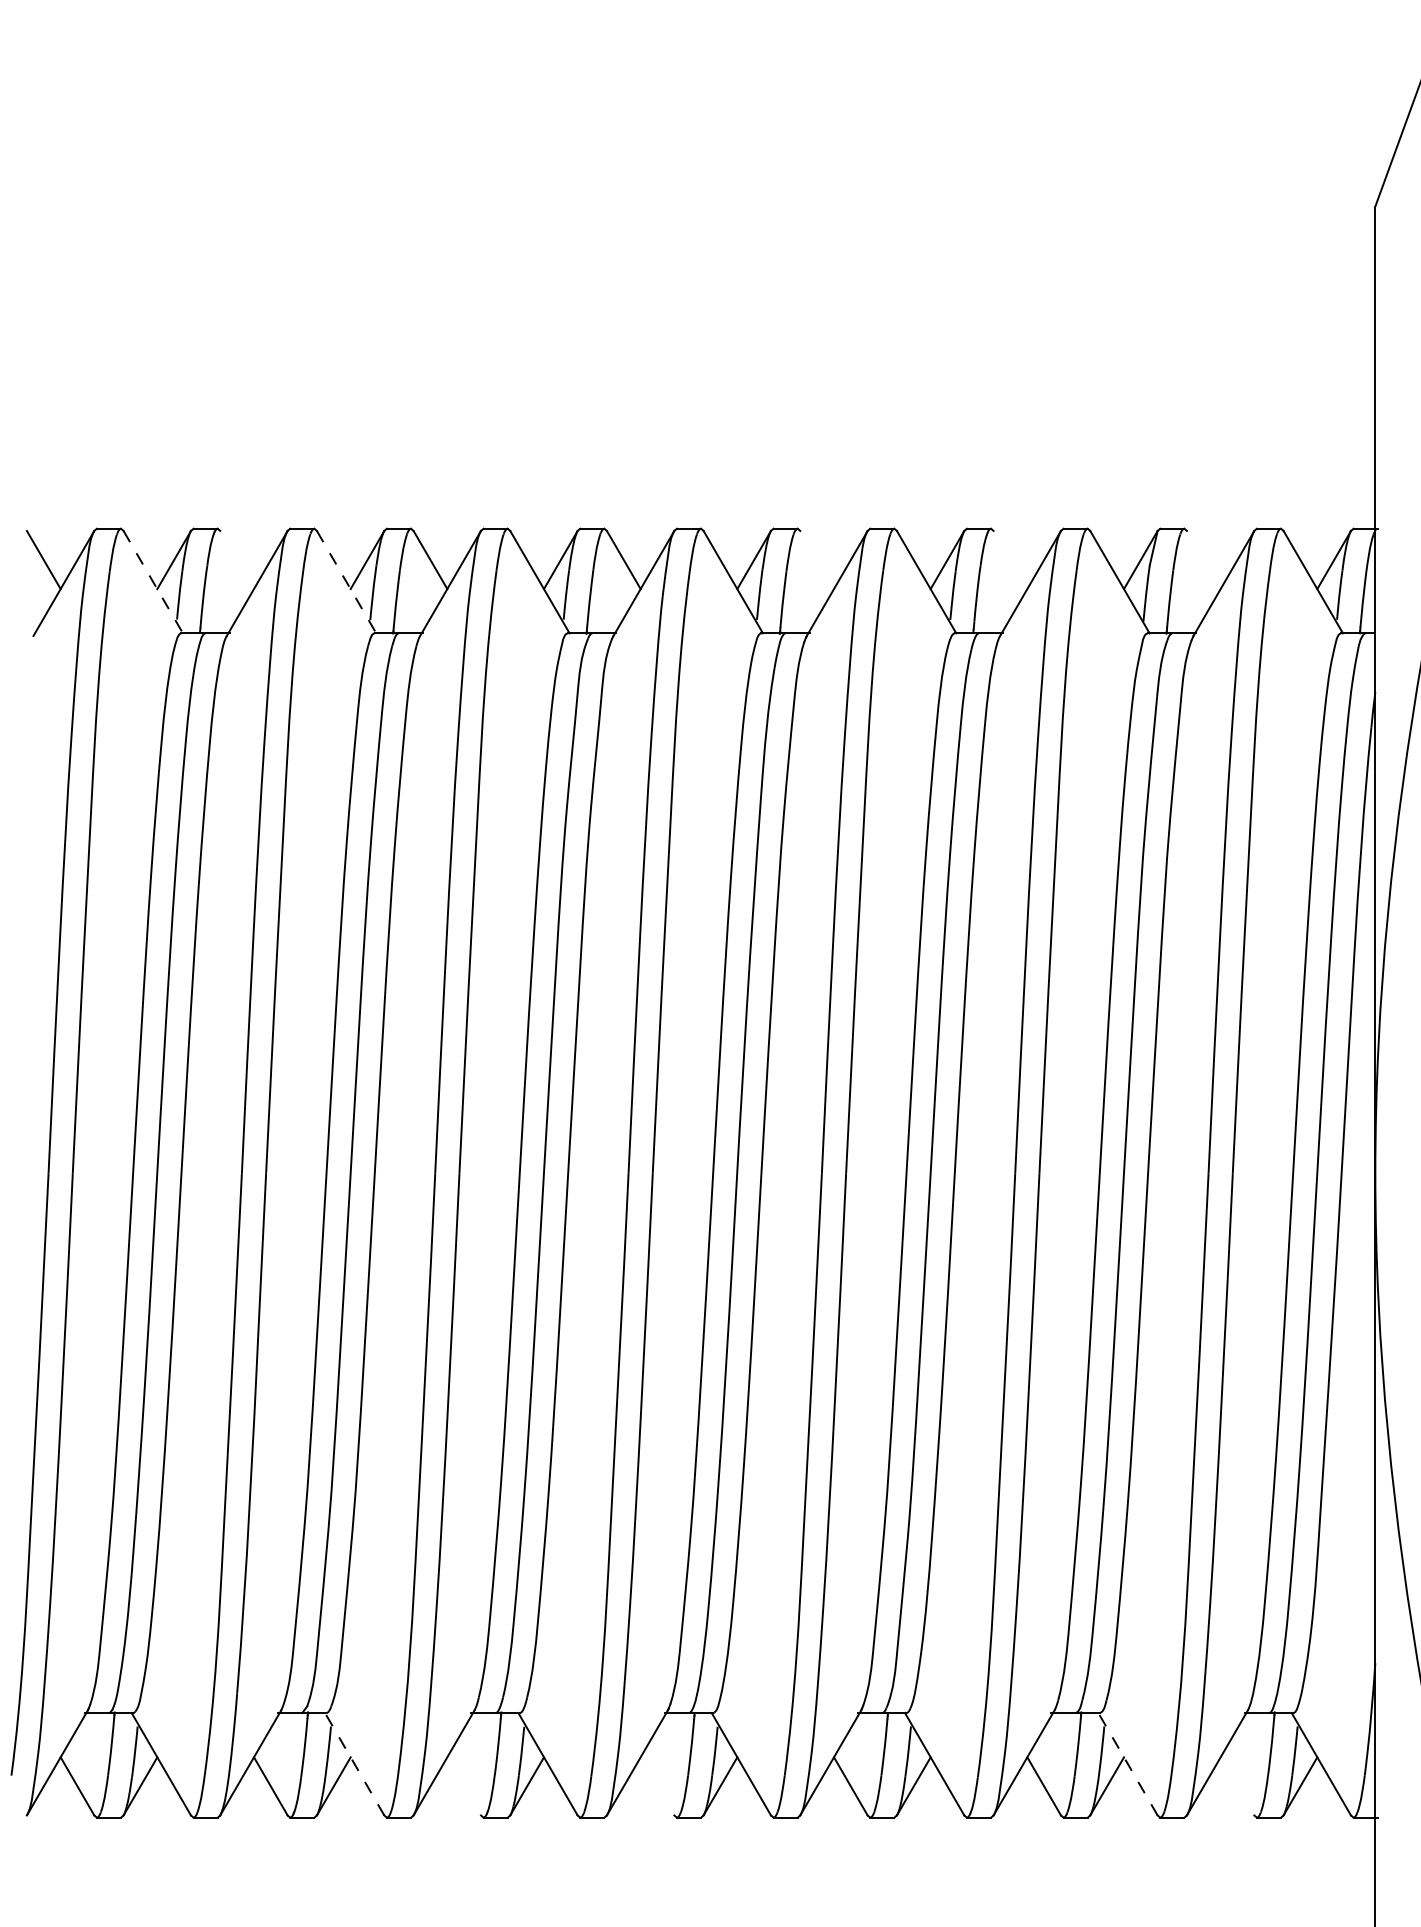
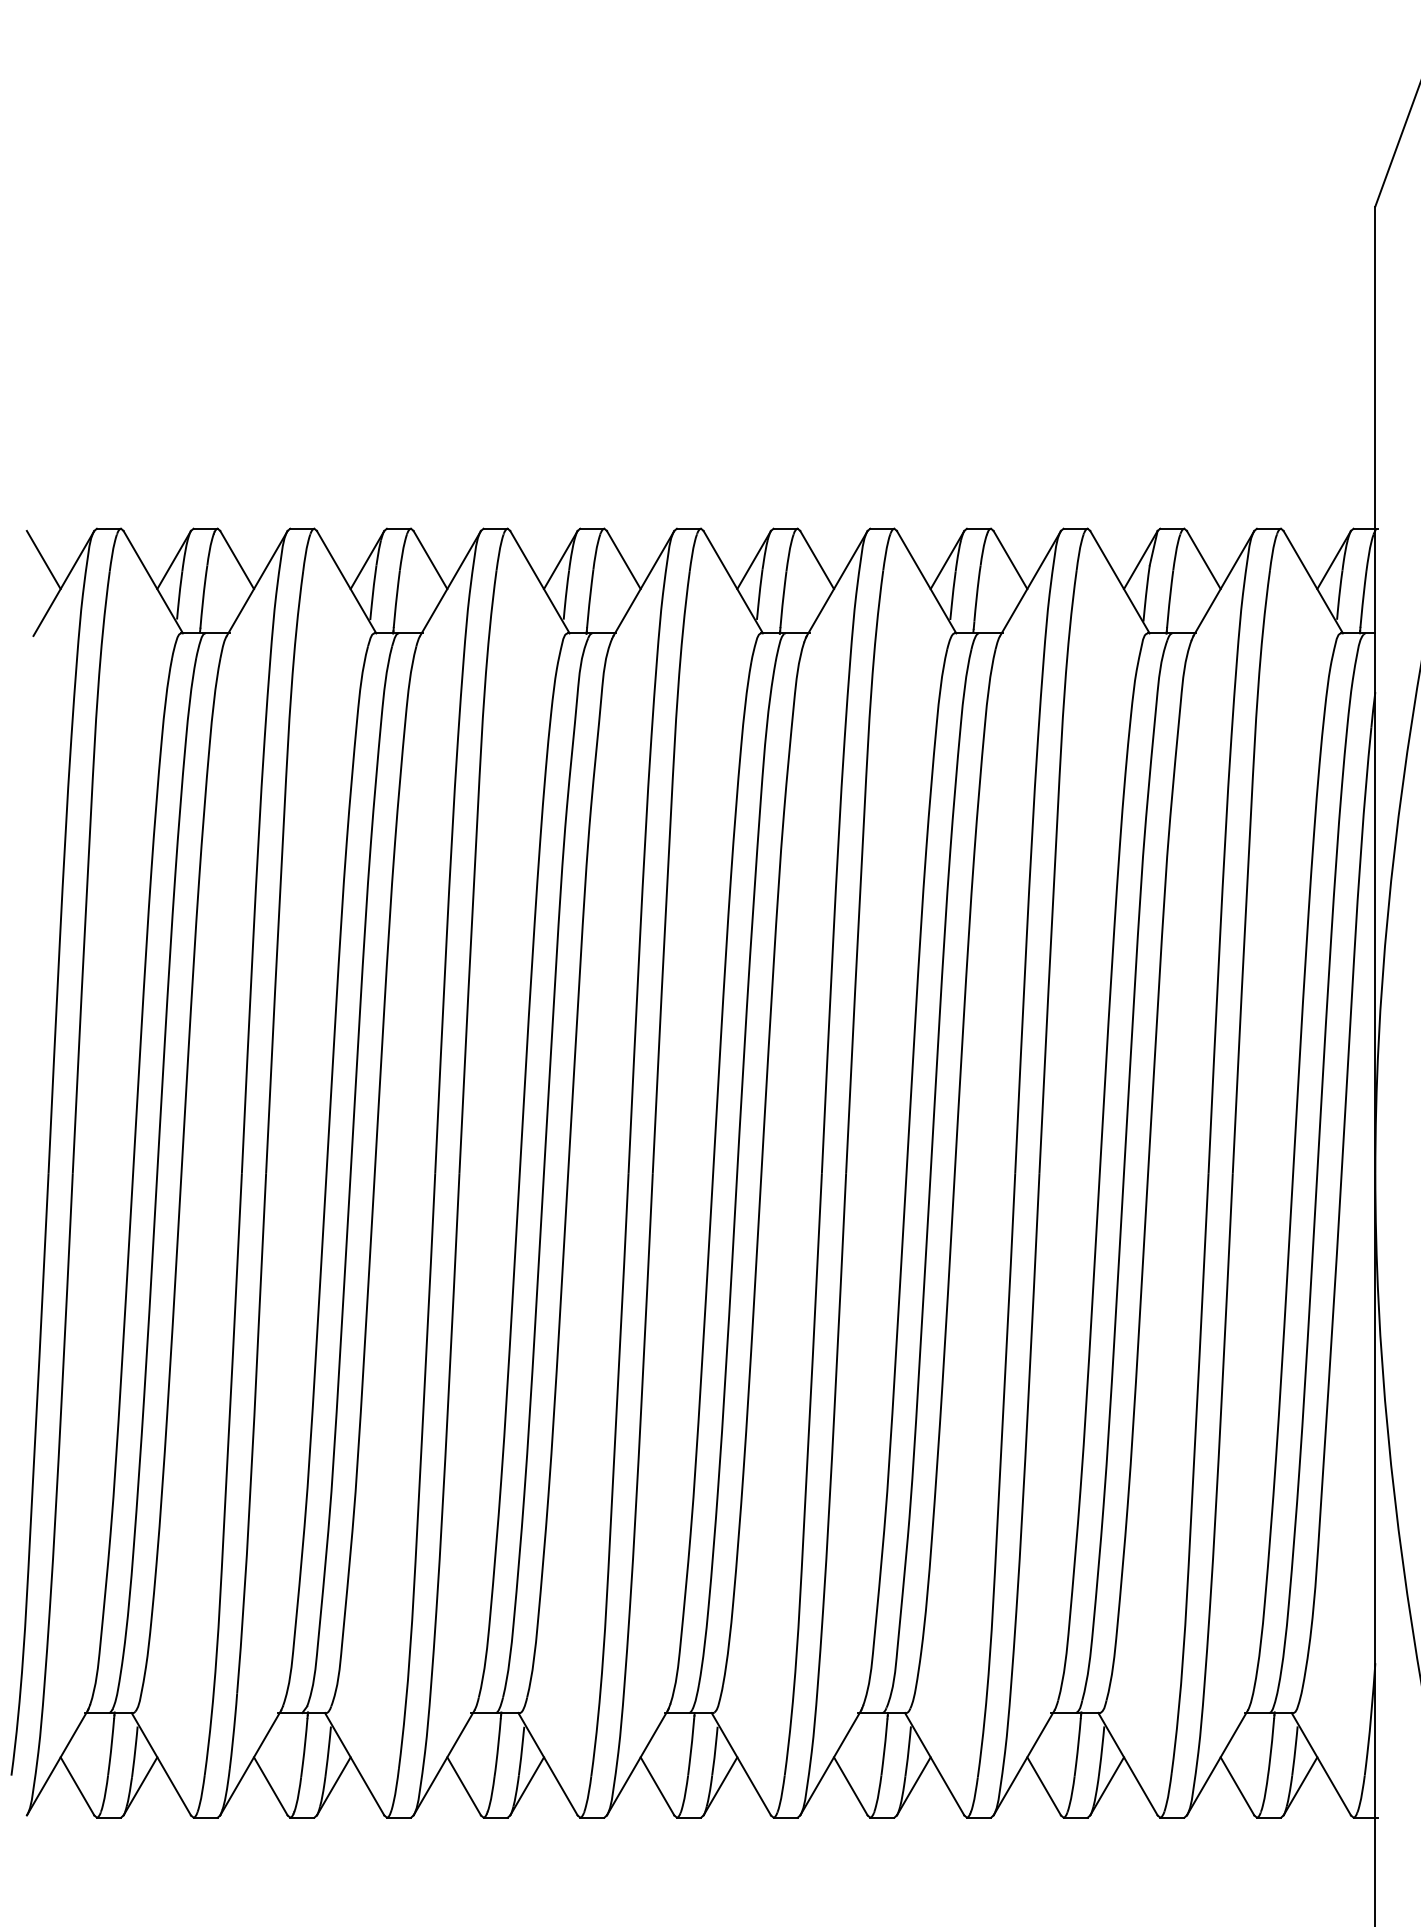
line at (237, 559): none -> present
line at (817, 559): none -> present
line at (1010, 559): none -> present
line at (1203, 559): none -> present
line at (153, 582): dashed -> solid
line at (346, 582): dashed -> solid
line at (354, 1763): dashed -> solid
line at (1127, 1763): dashed -> solid
line at (463, 1786): none -> present
line at (657, 1786): none -> present
line at (1237, 1786): none -> present
